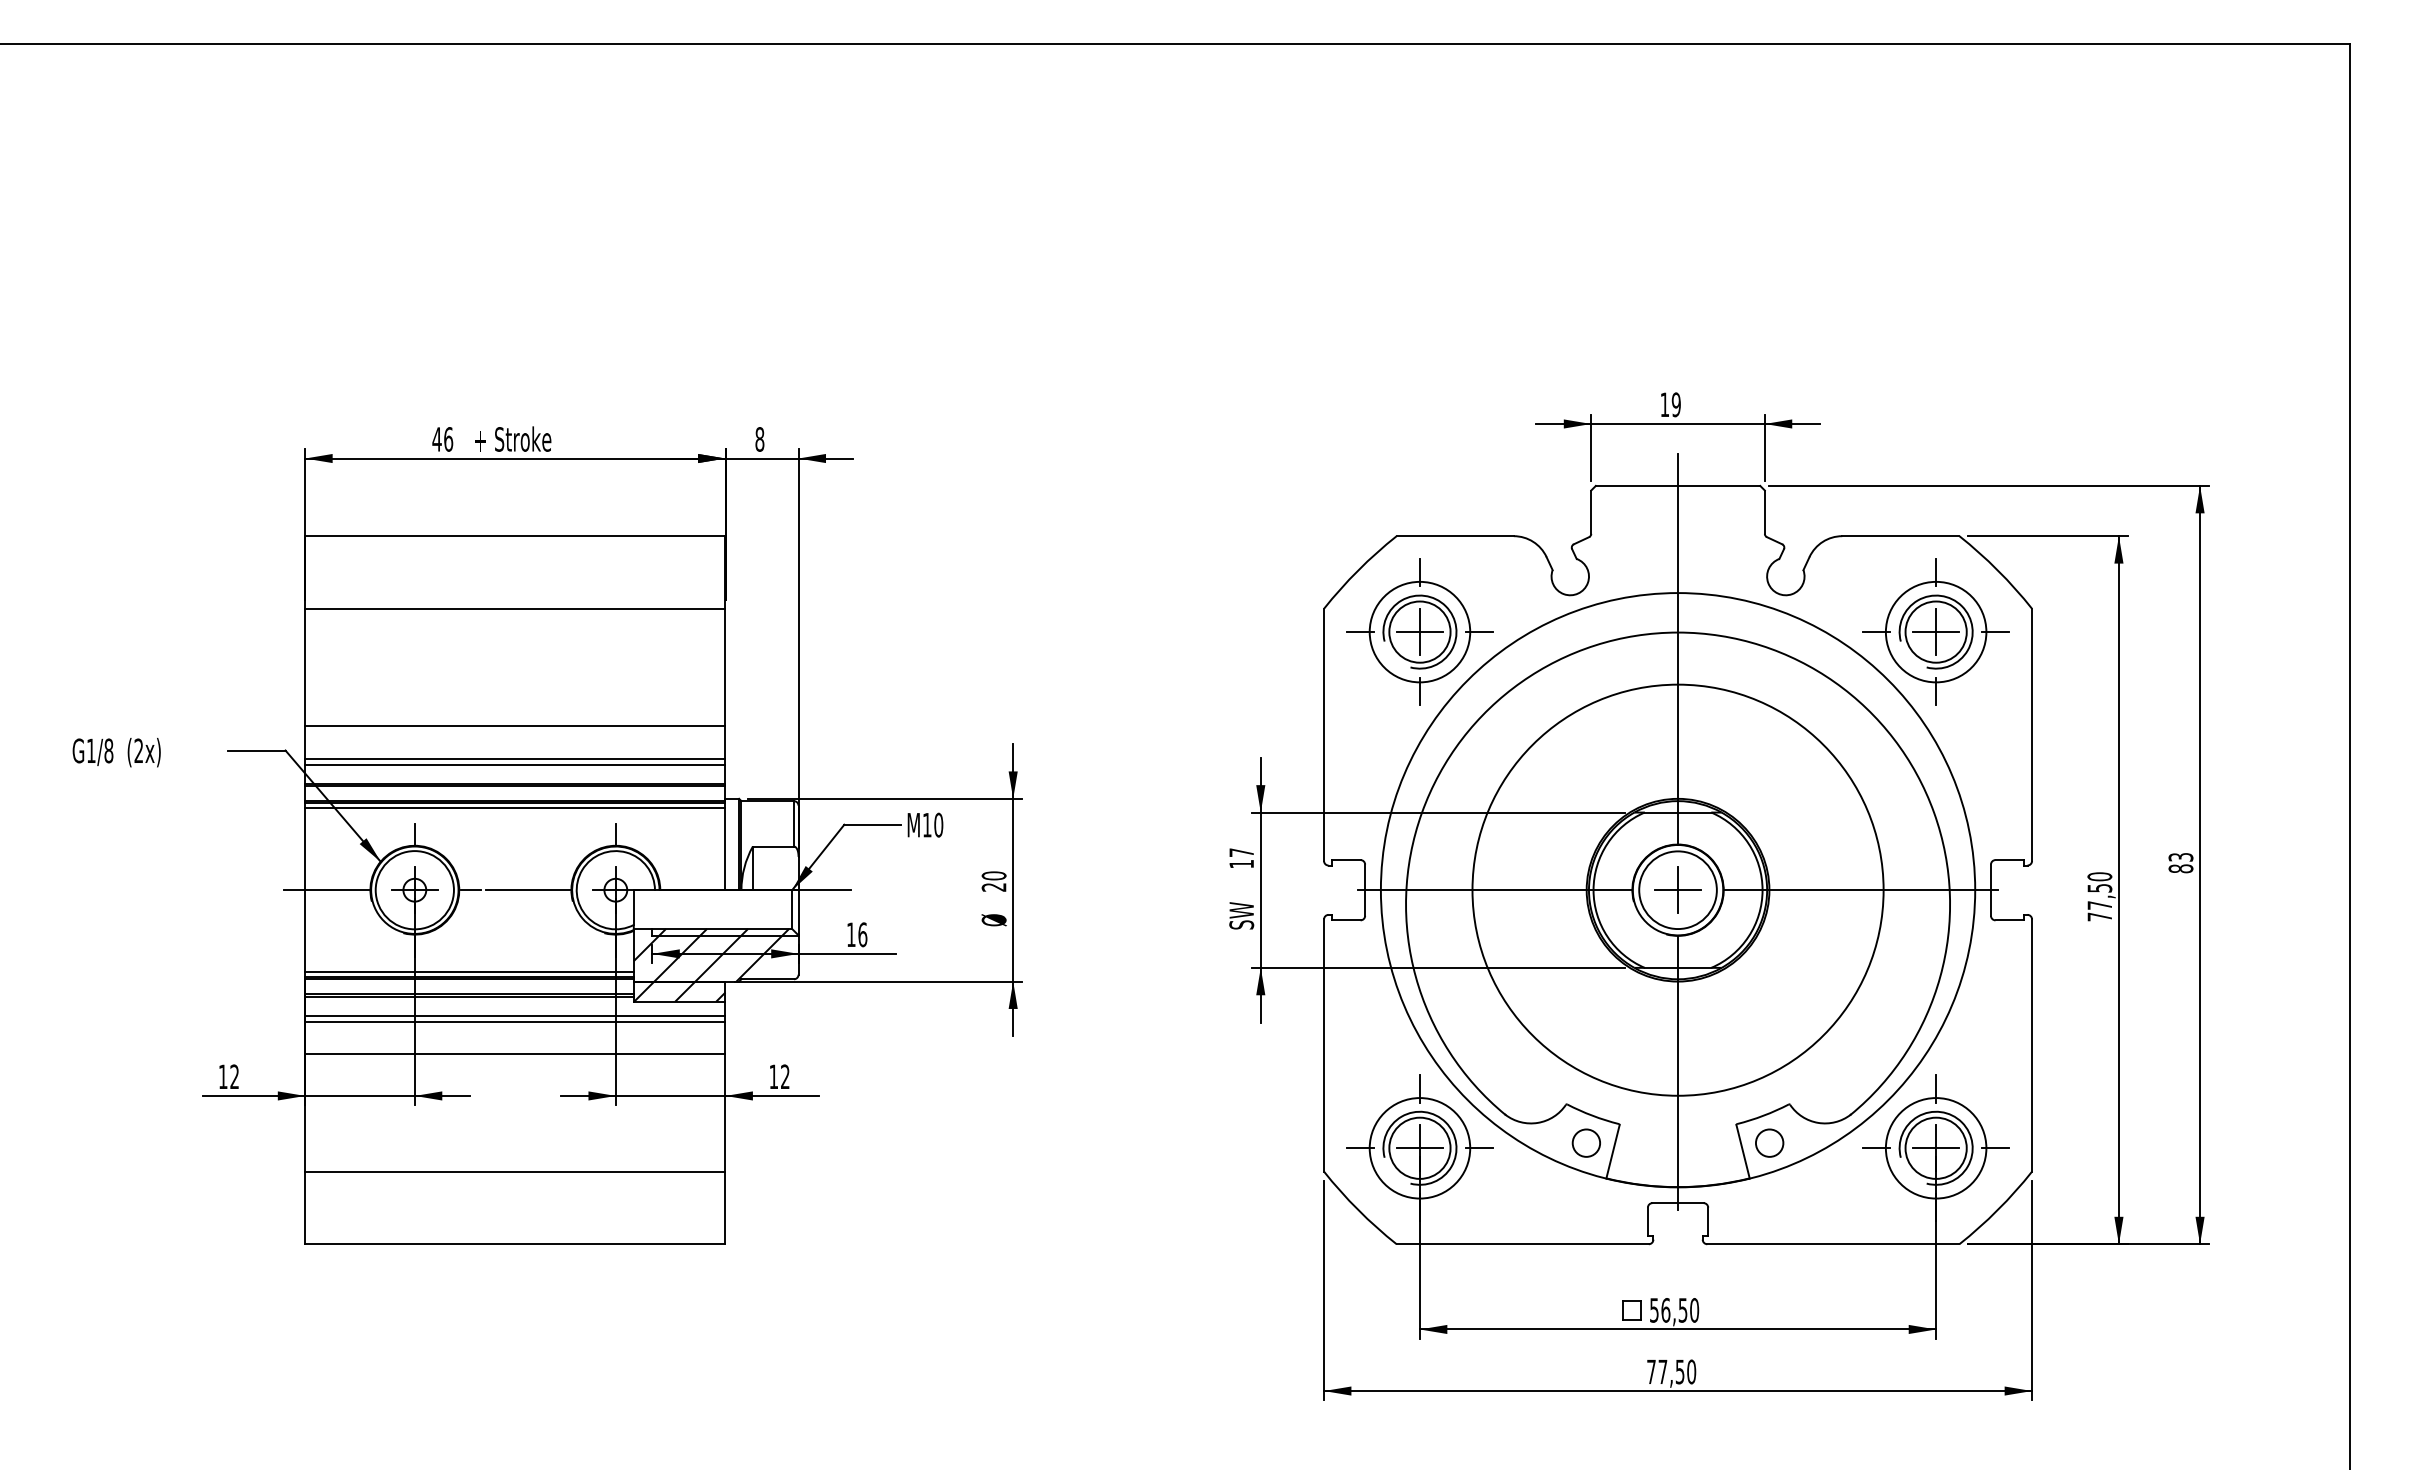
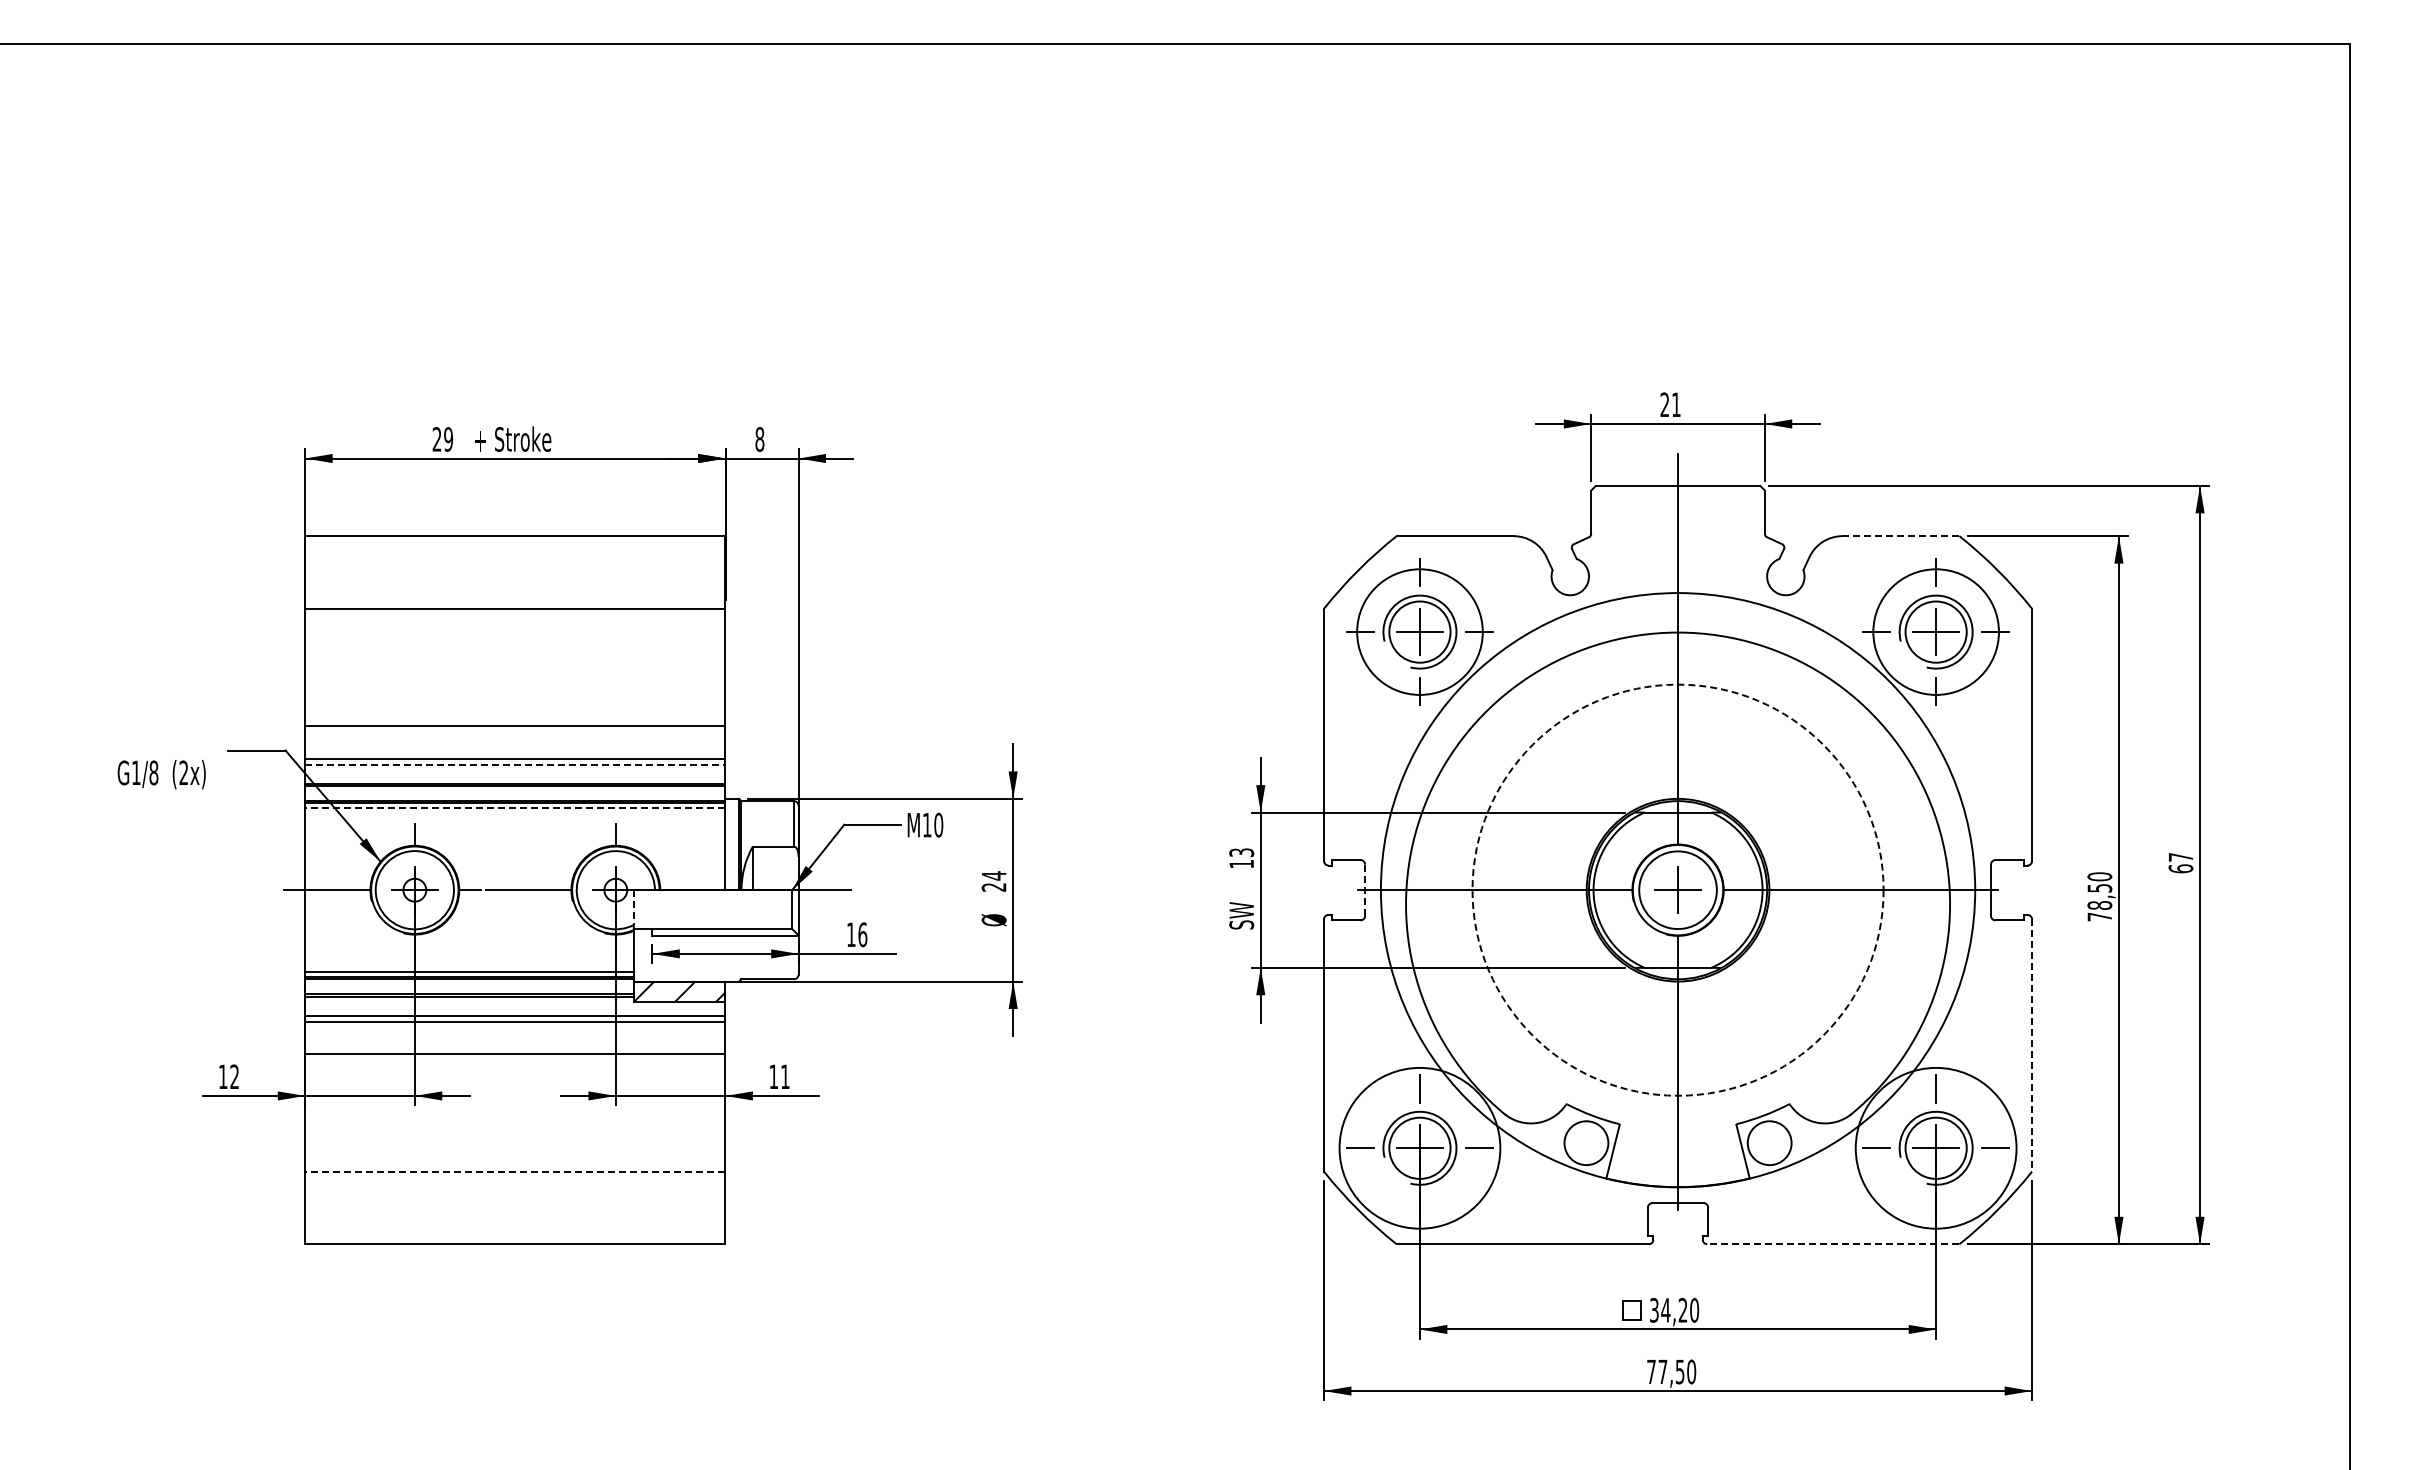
text at (1670, 404): 19 -> 21
text at (442, 439): 46 -> 29
line at (1900, 536): solid -> dashed
circle at (1419, 631) diameter: 100 px -> 126 px
circle at (1935, 631) diameter: 100 px -> 126 px
text at (116, 752) position: (116, 752) -> (161, 774)
line at (515, 764): solid -> dashed
line at (514, 807): solid -> dashed
text at (1241, 852): 17 -> 13
text at (2180, 863): 83 -> 67
text at (993, 875): 20 -> 24
circle at (1677, 889): solid -> dashed
line at (1365, 890): solid -> dashed
text at (2099, 905): 77,50 -> 78,50
line at (633, 908): solid -> dashed
hatch at (711, 955): present -> none
line at (2032, 1046): solid -> dashed
text at (785, 1076): 12 -> 11
circle at (1586, 1142) diameter: 27 px -> 44 px
circle at (1769, 1142) diameter: 27 px -> 44 px
circle at (1419, 1148) diameter: 100 px -> 161 px
circle at (1935, 1148) diameter: 100 px -> 161 px
line at (514, 1171): solid -> dashed
line at (1832, 1244): solid -> dashed
text at (1668, 1310): 56,50 -> 34,20
